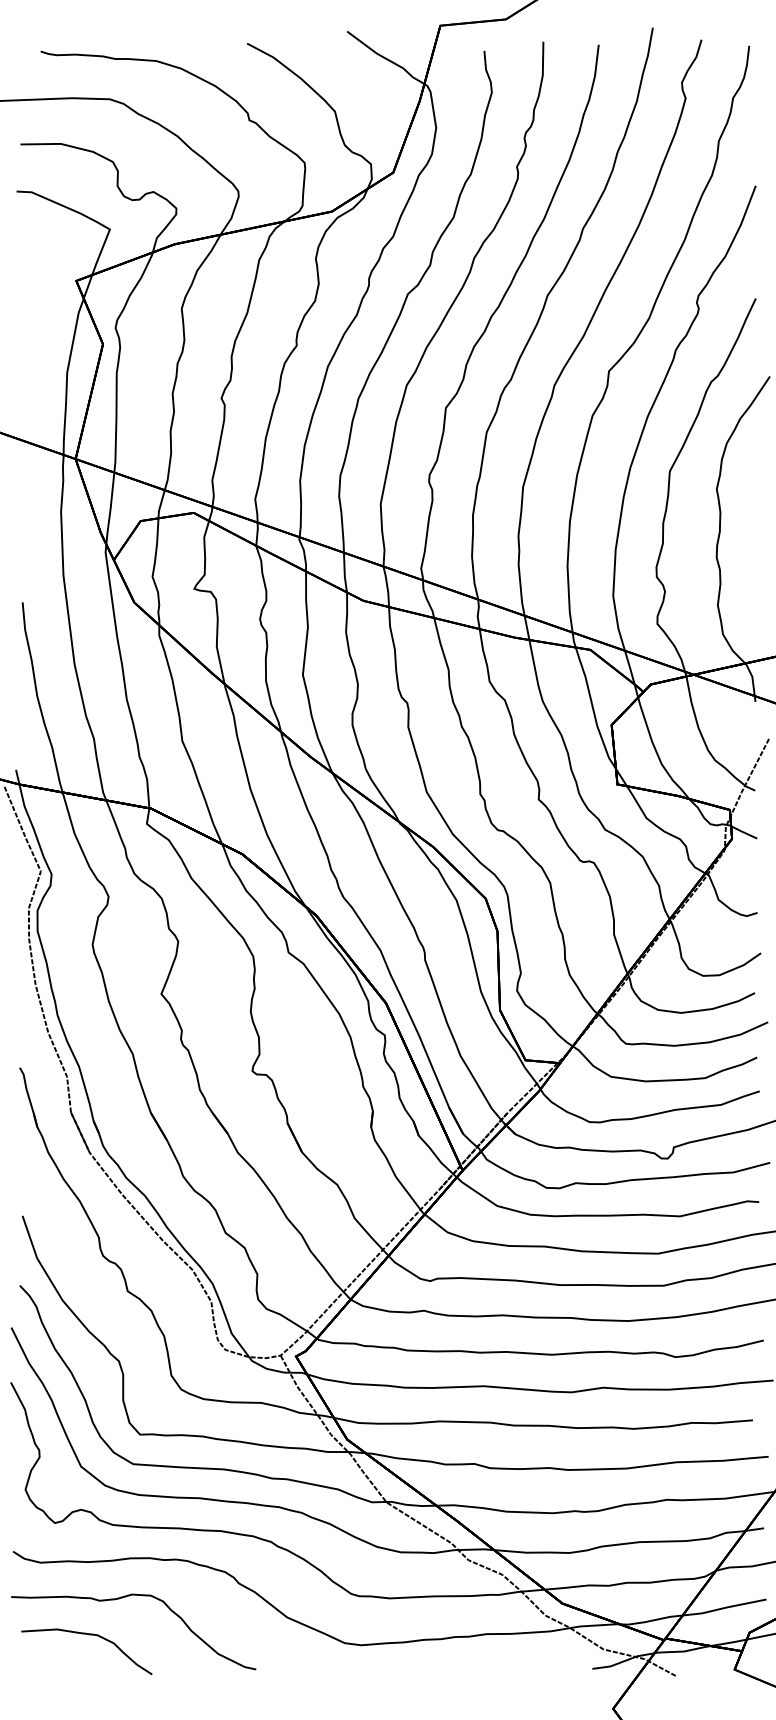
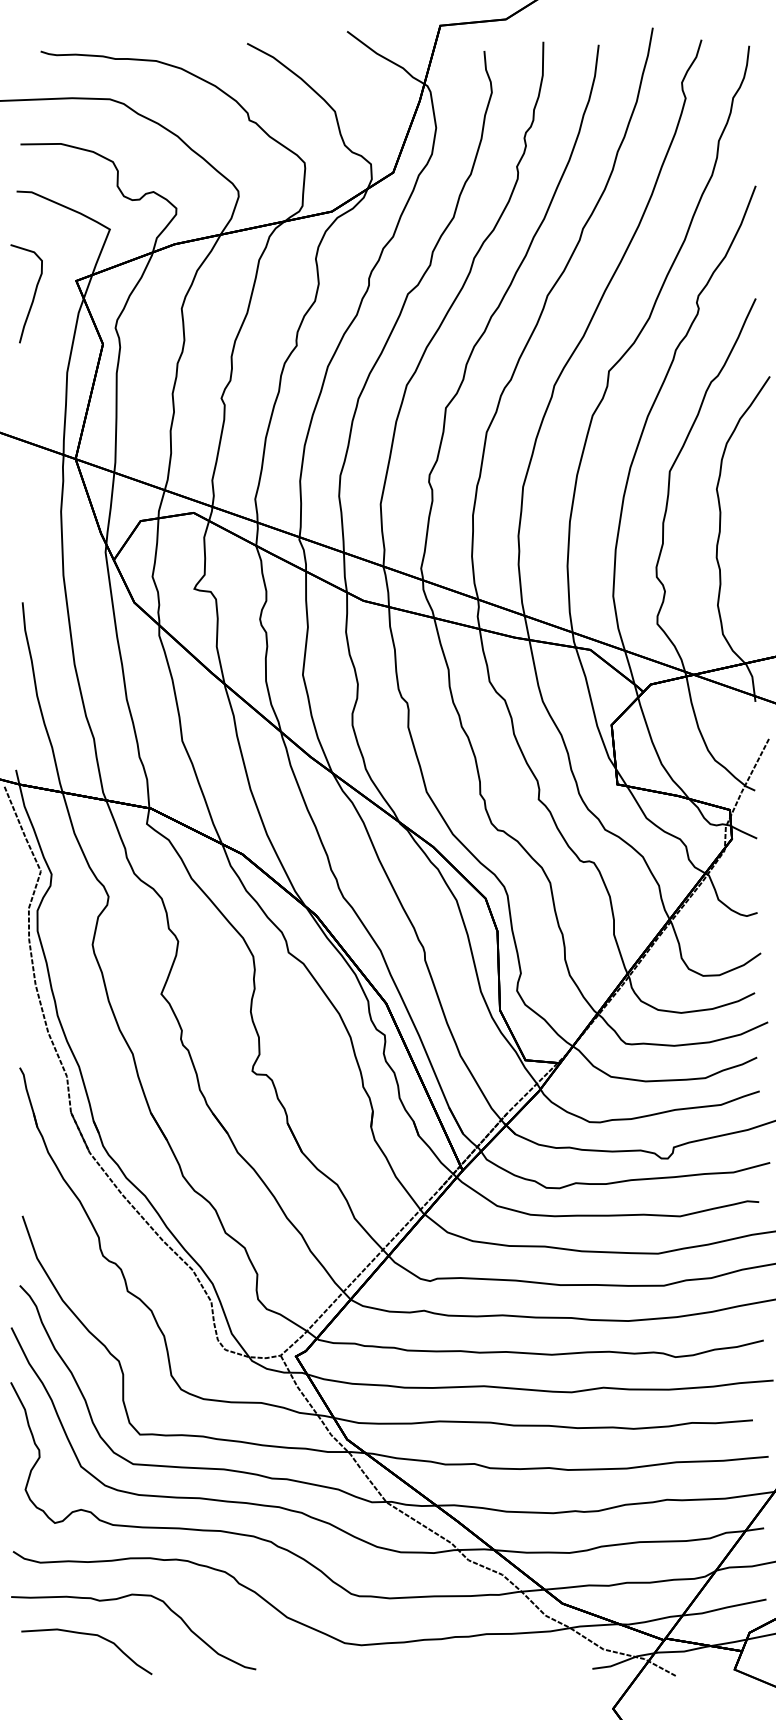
curve at (33, 294): none -> present
